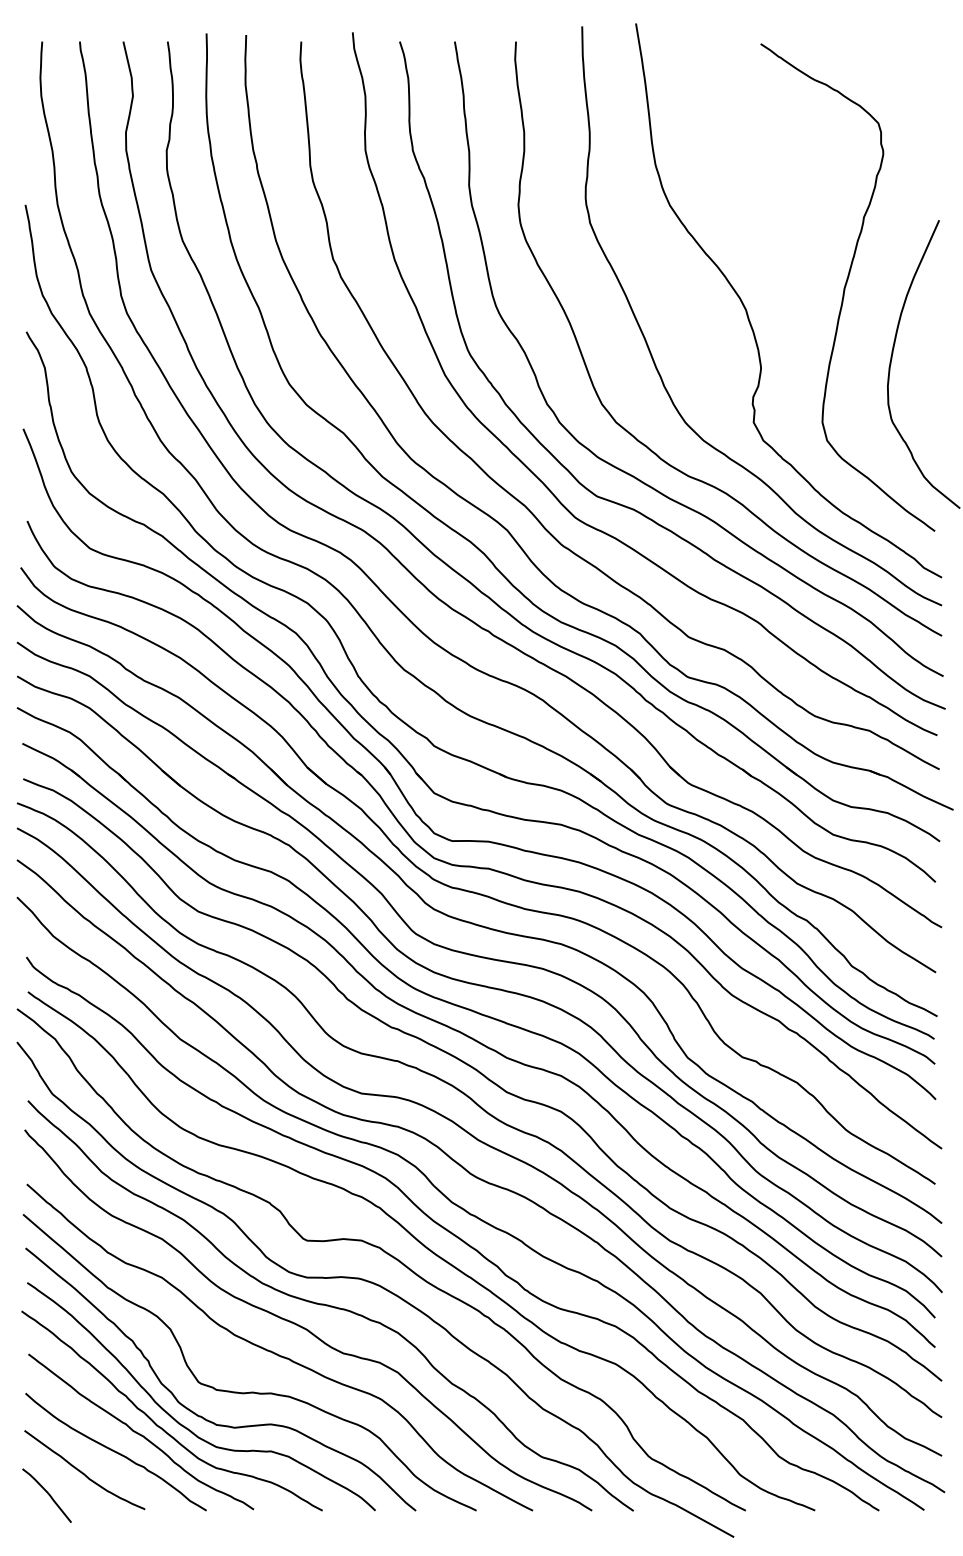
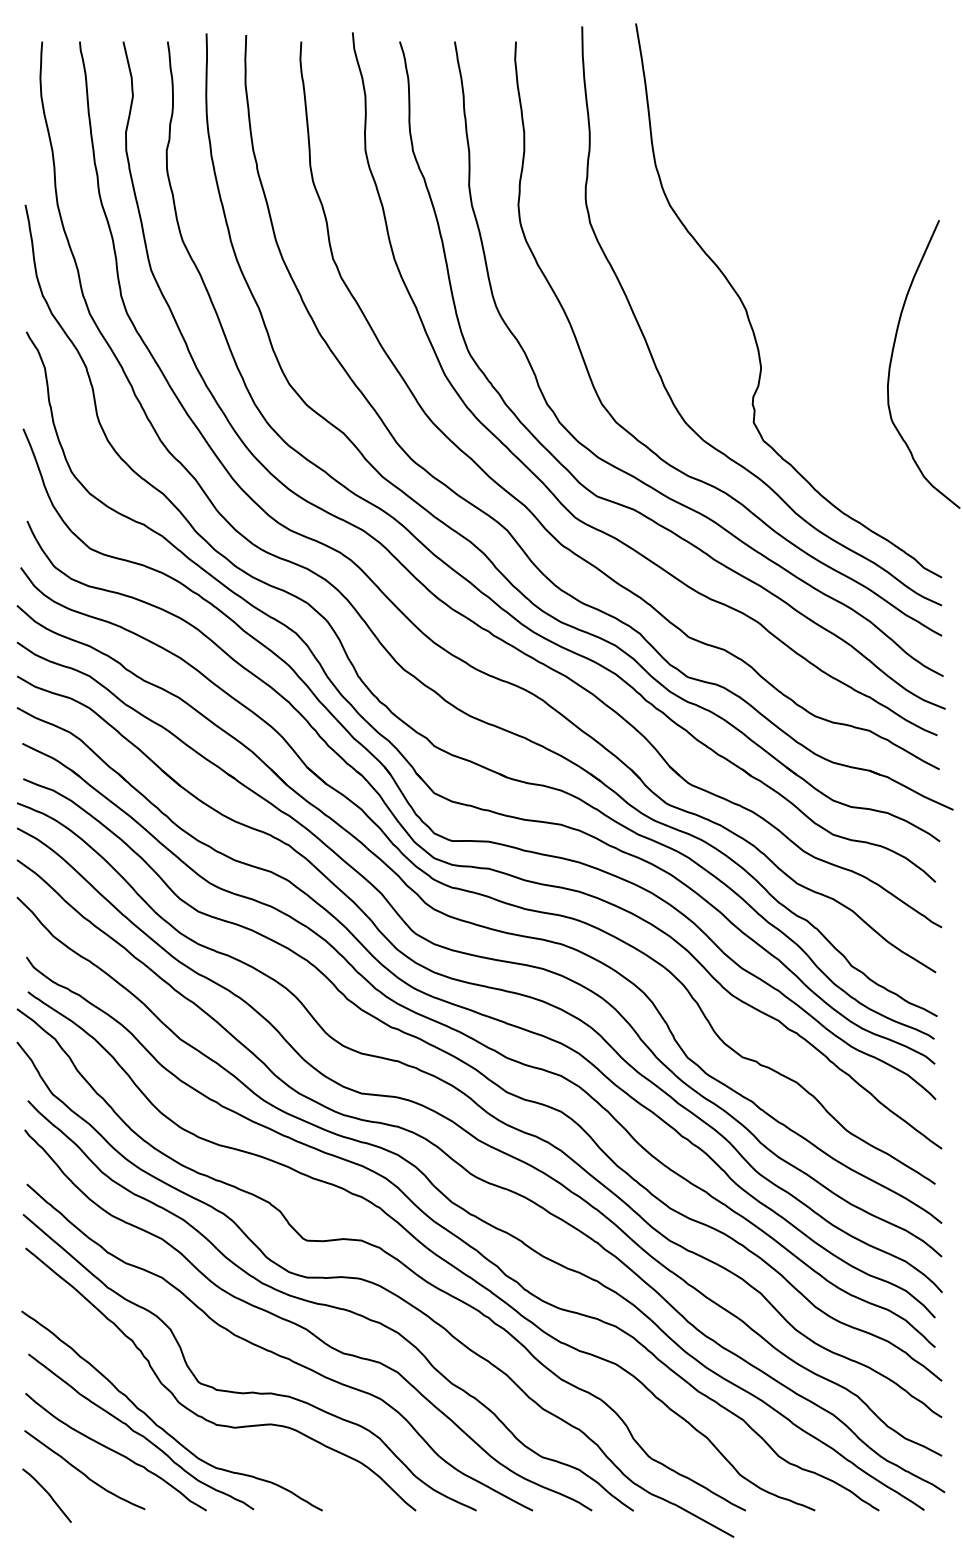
curve at (846, 286): present -> none
curve at (184, 1425): present -> none
